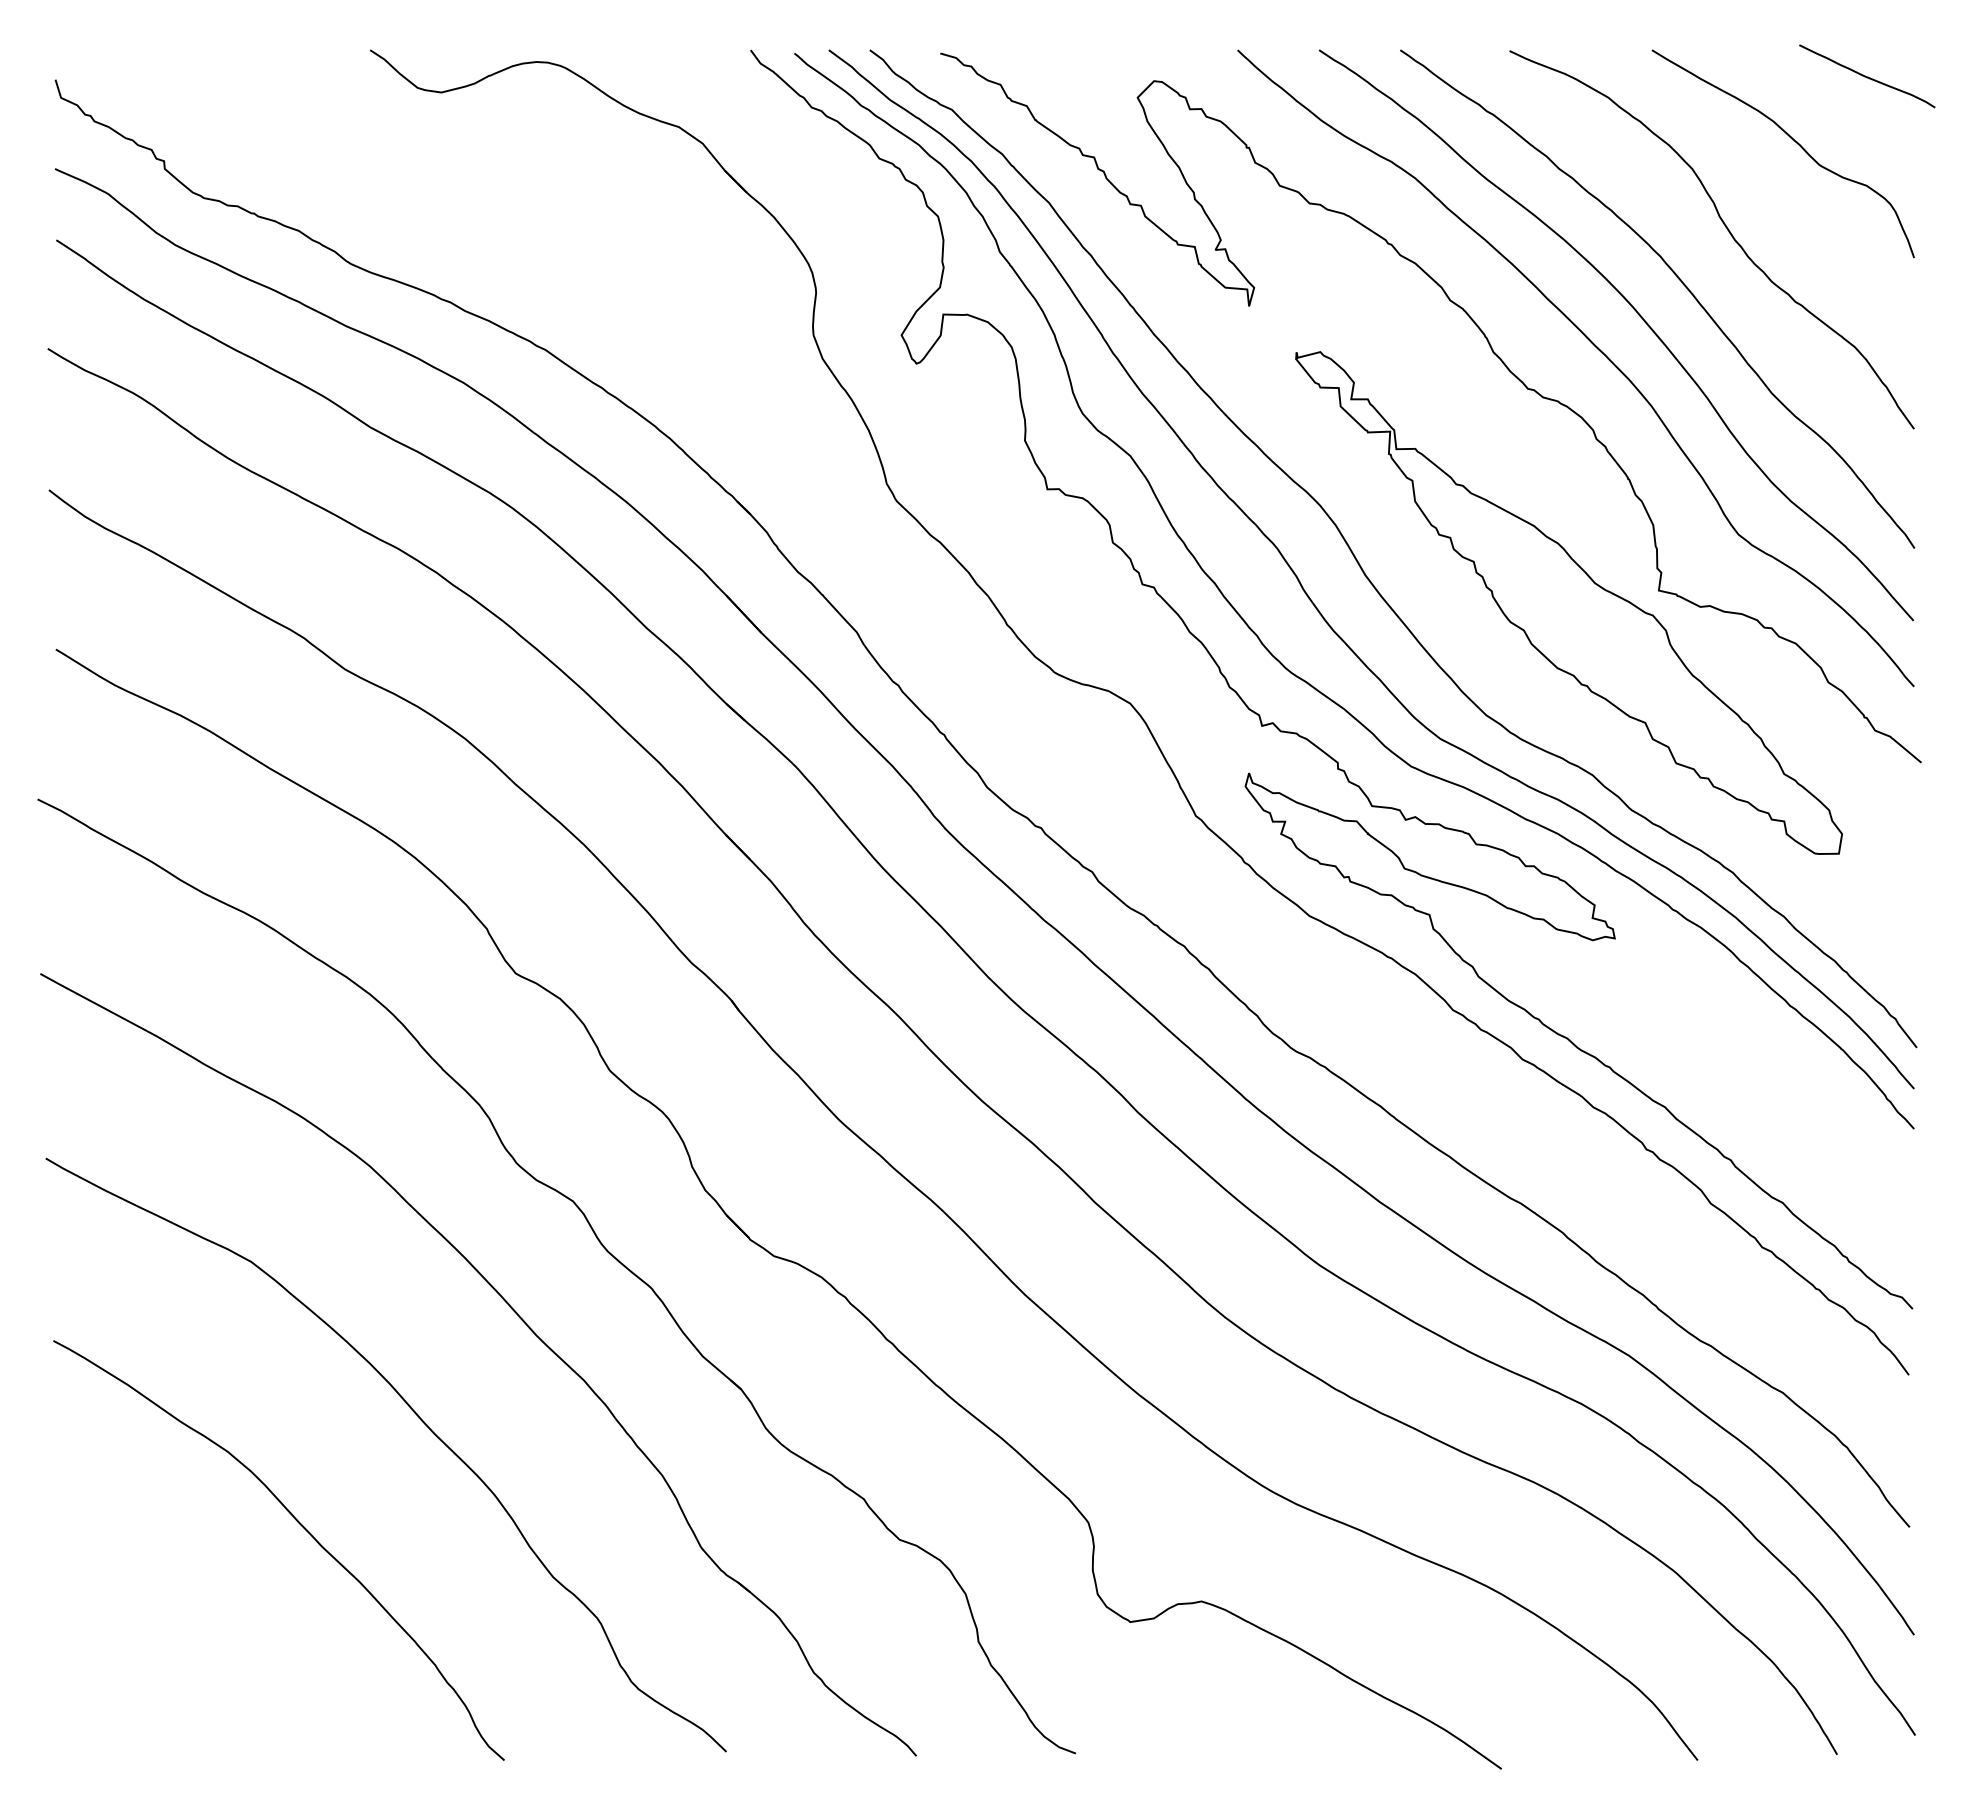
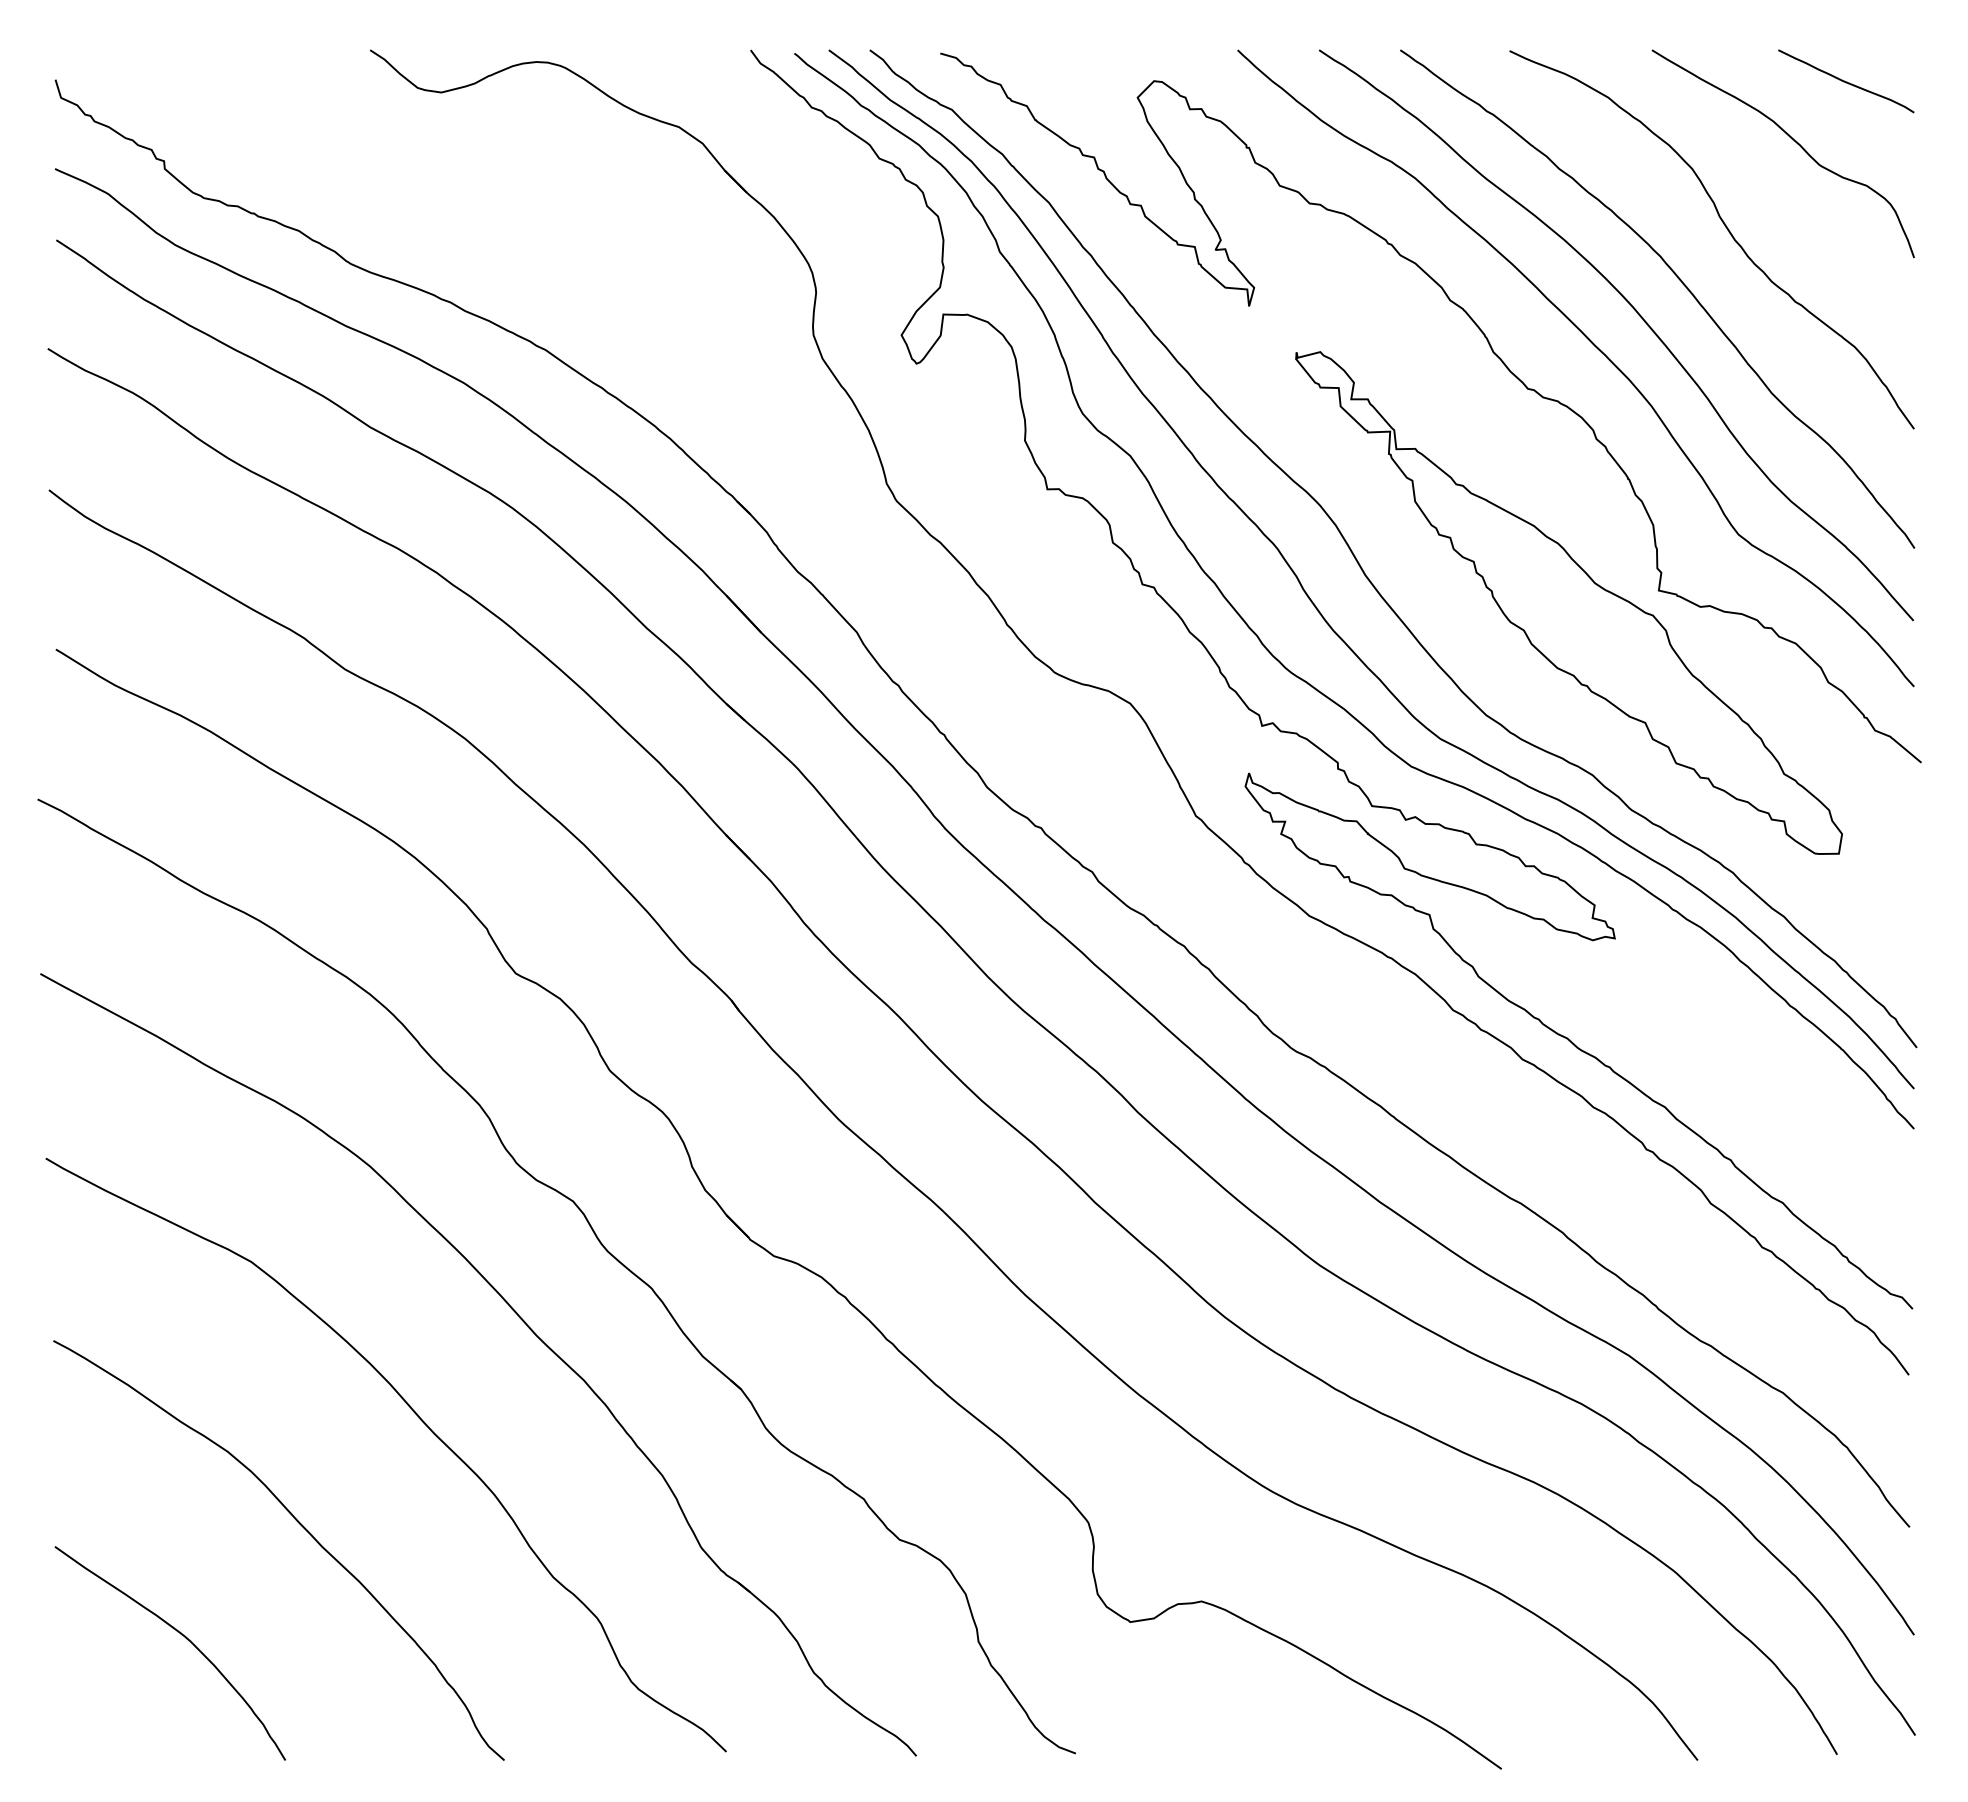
curve at (1867, 76) position: (1867, 76) -> (1846, 81)
curve at (181, 1635): none -> present
